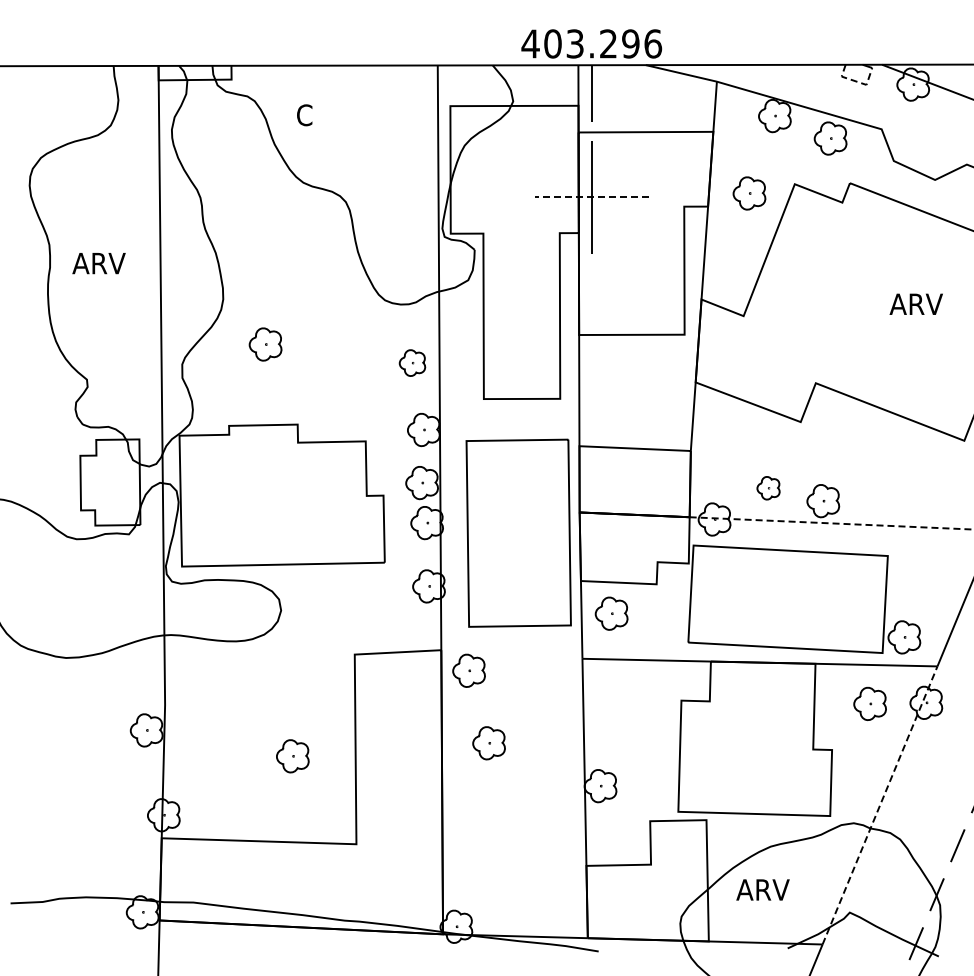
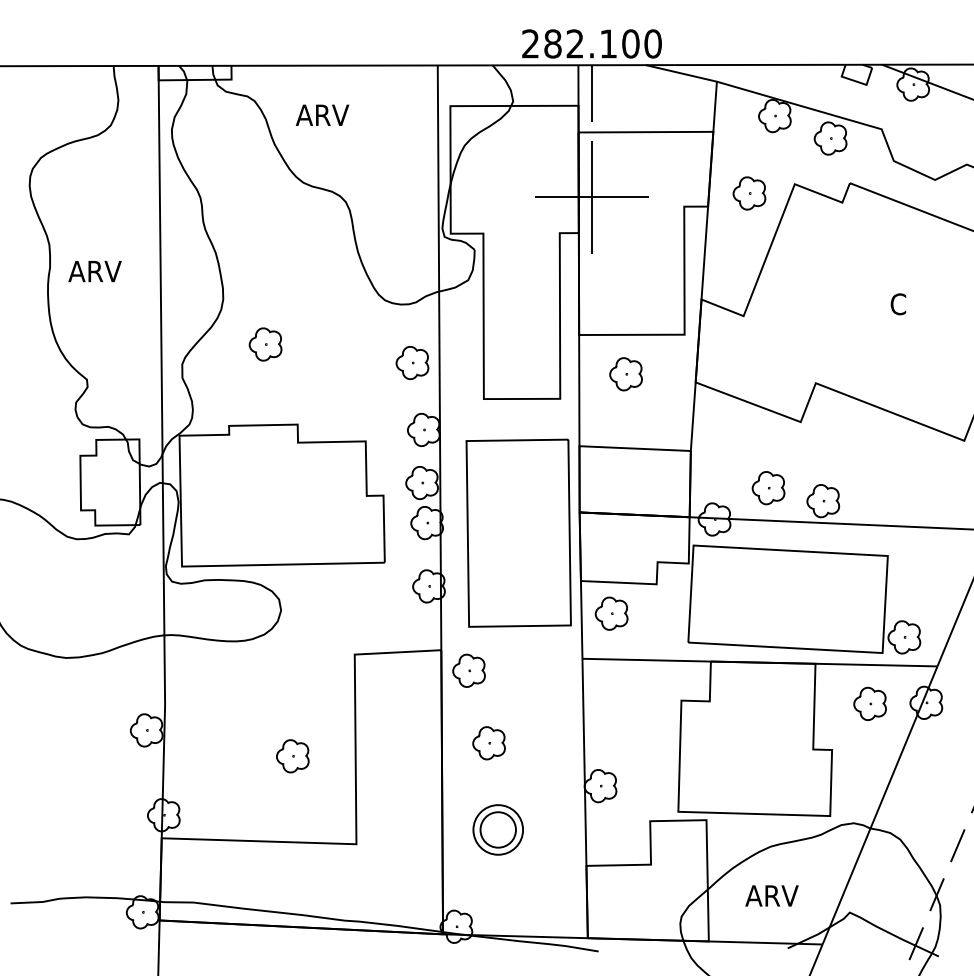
text at (591, 43): 403.296 -> 282.100
line at (856, 81): dashed -> solid
text at (322, 115): C -> ARV
line at (591, 197): dashed -> solid
text at (98, 263) position: (98, 263) -> (94, 271)
text at (915, 304): ARV -> C
part at (412, 362) size: 29x28 px -> 35x35 px
part at (625, 374): none -> present
part at (768, 488) size: 25x25 px -> 35x35 px
line at (831, 523): dashed -> solid
line at (880, 804): dashed -> solid
part at (497, 829): none -> present
text at (762, 889) position: (762, 889) -> (771, 895)
